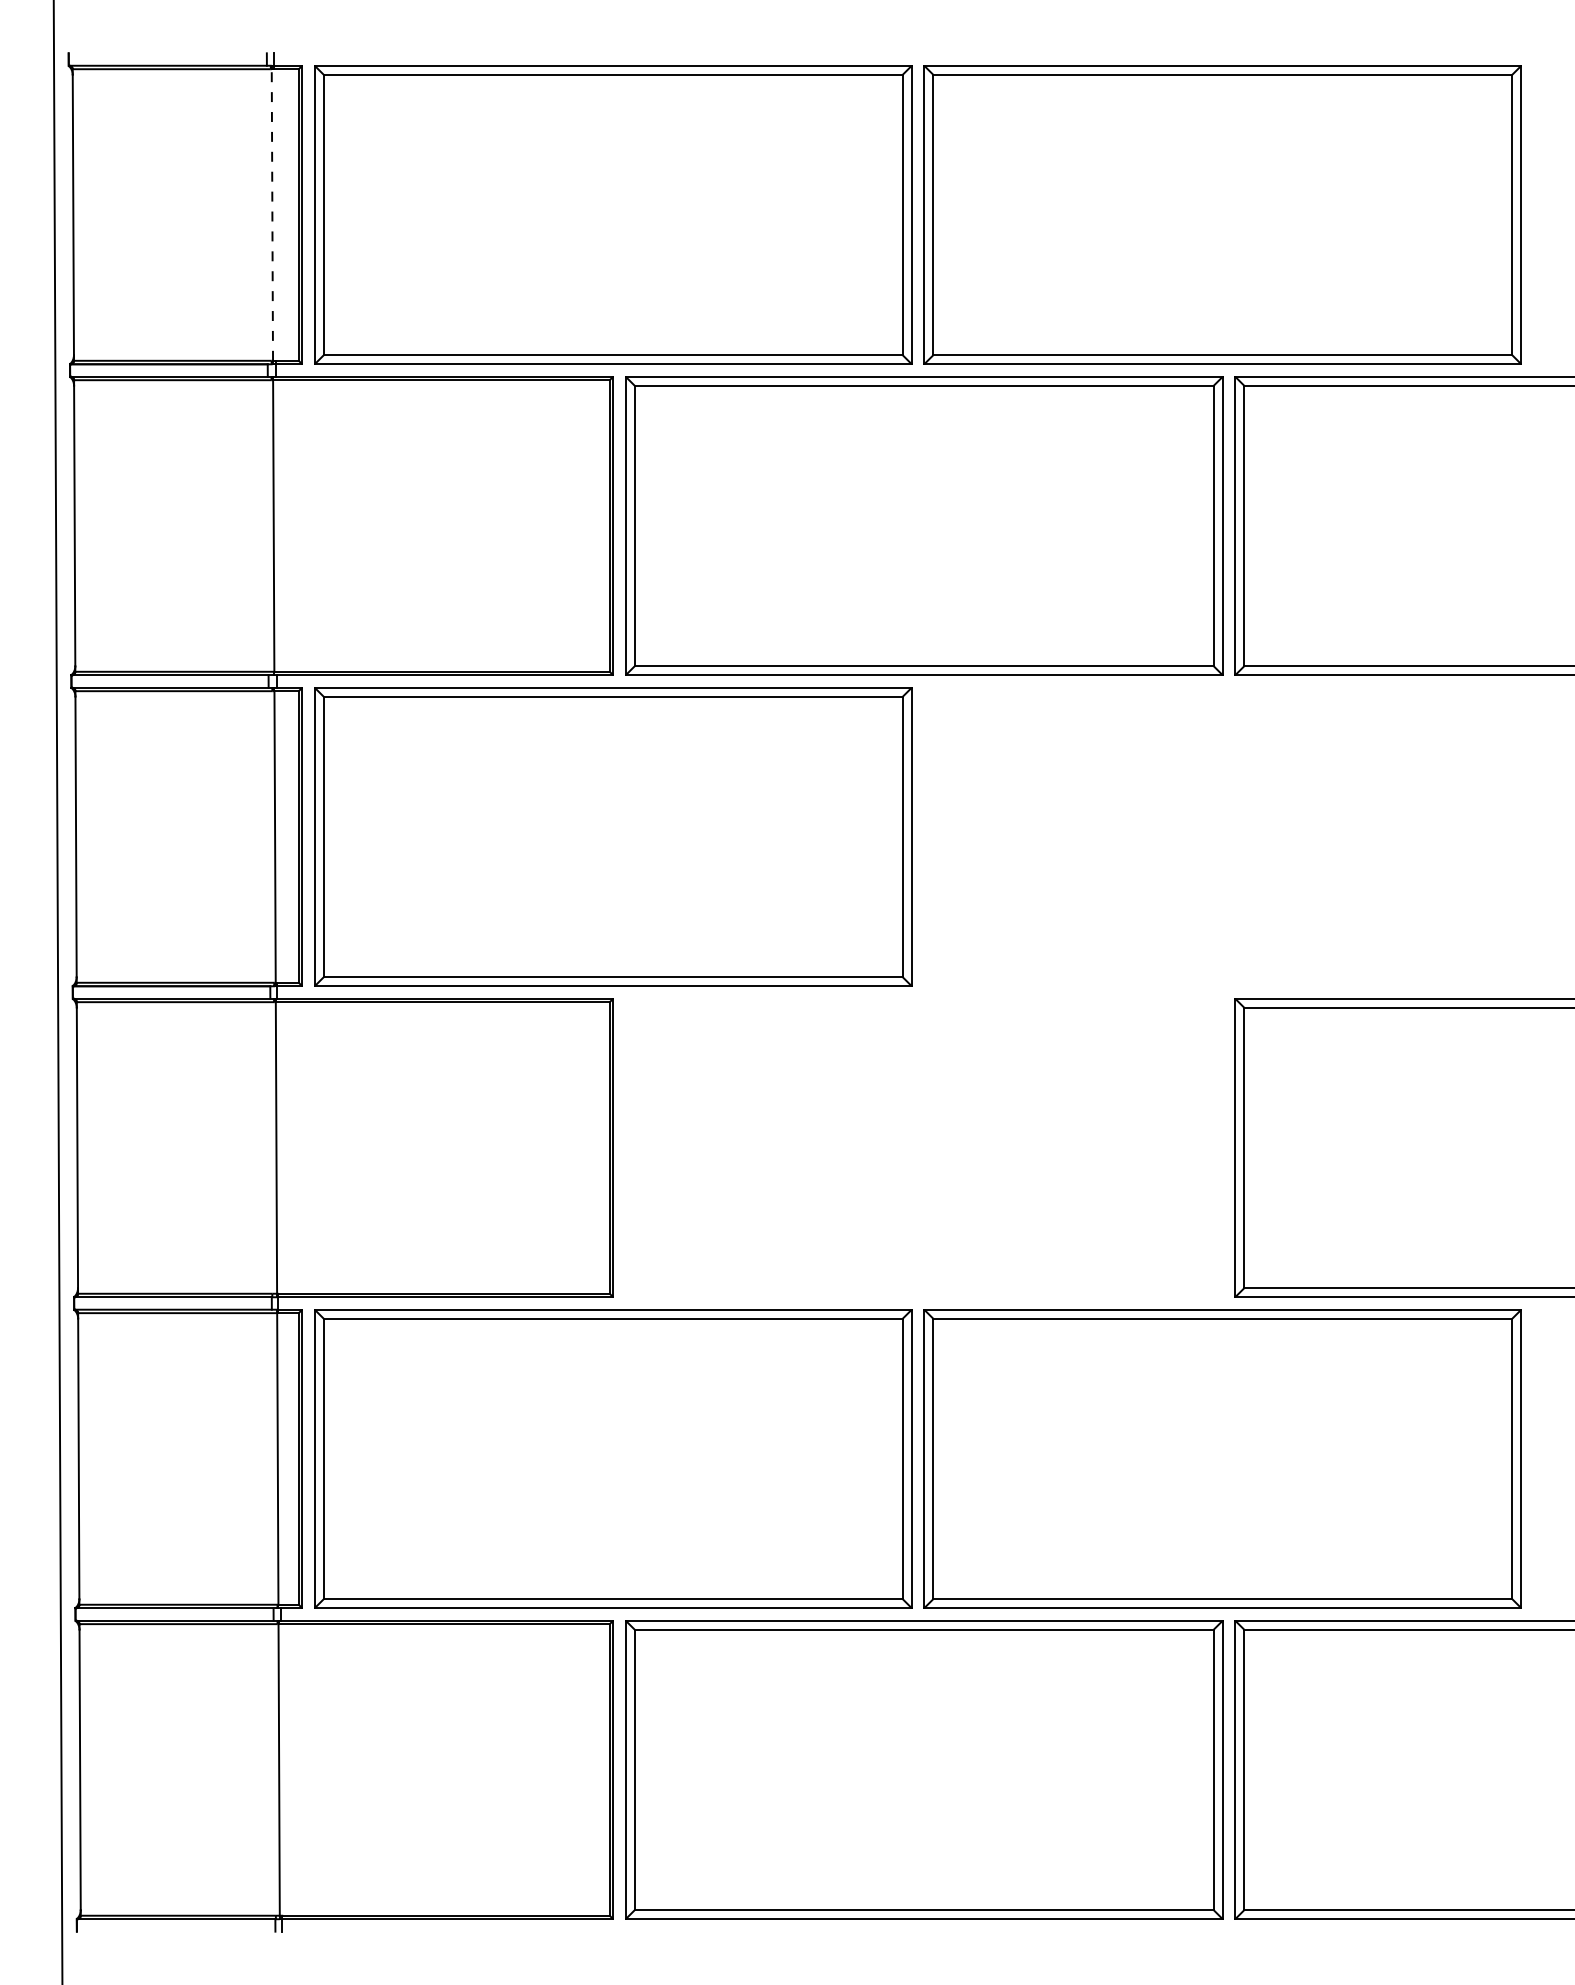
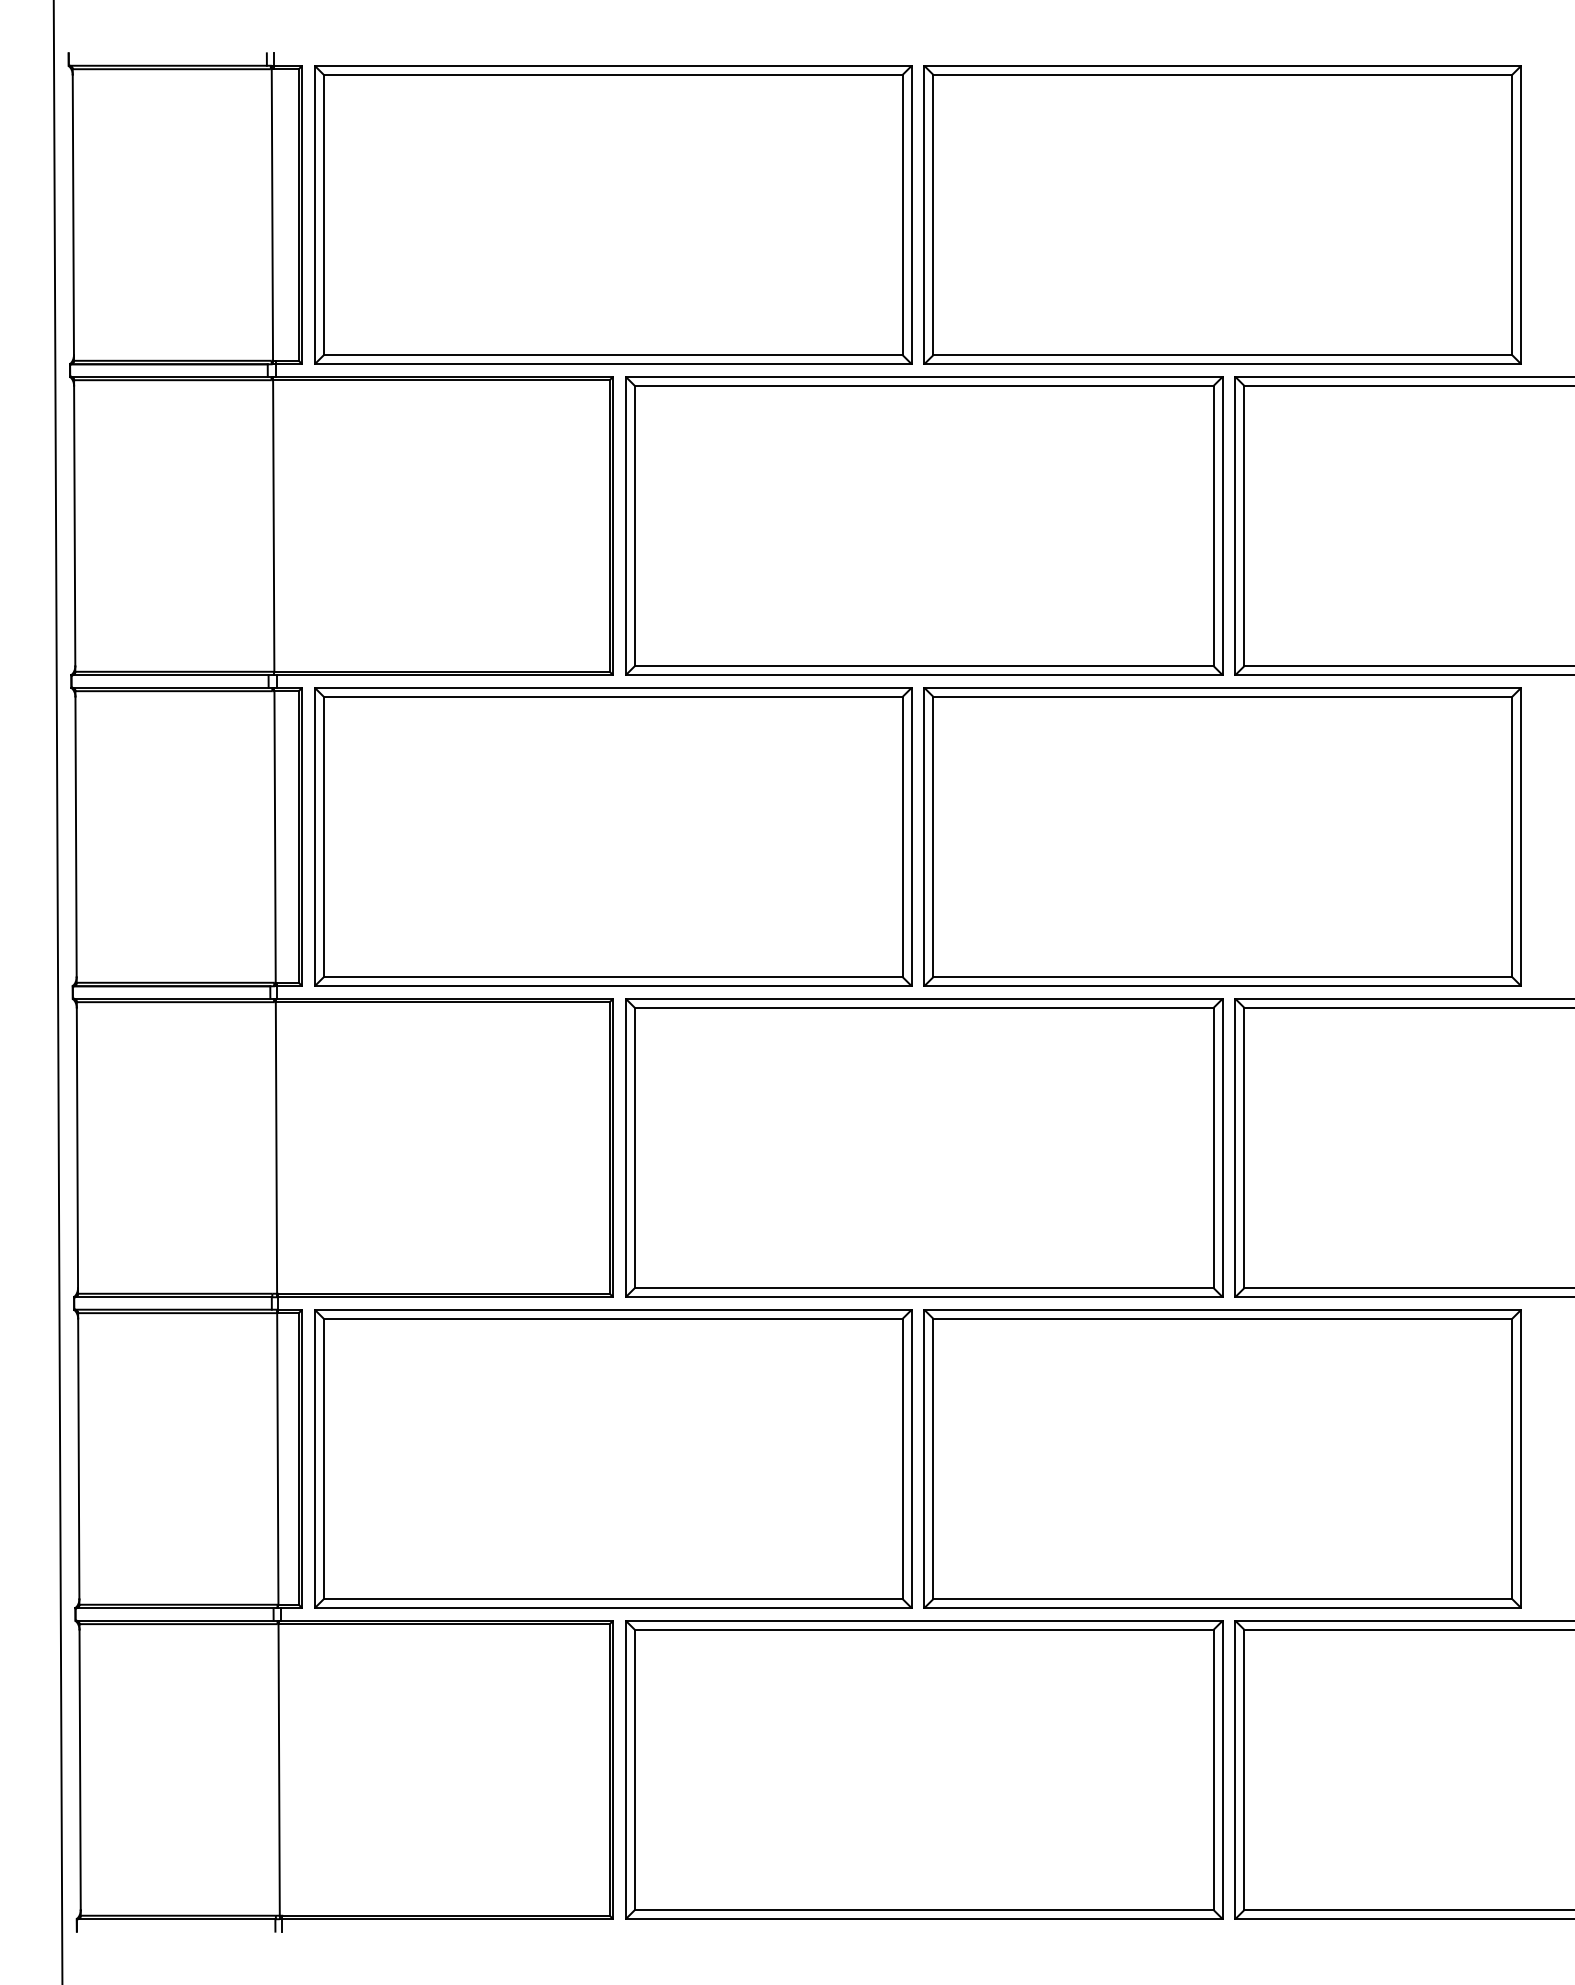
line at (272, 215): dashed -> solid
part at (1222, 836): none -> present
part at (924, 1147): none -> present
